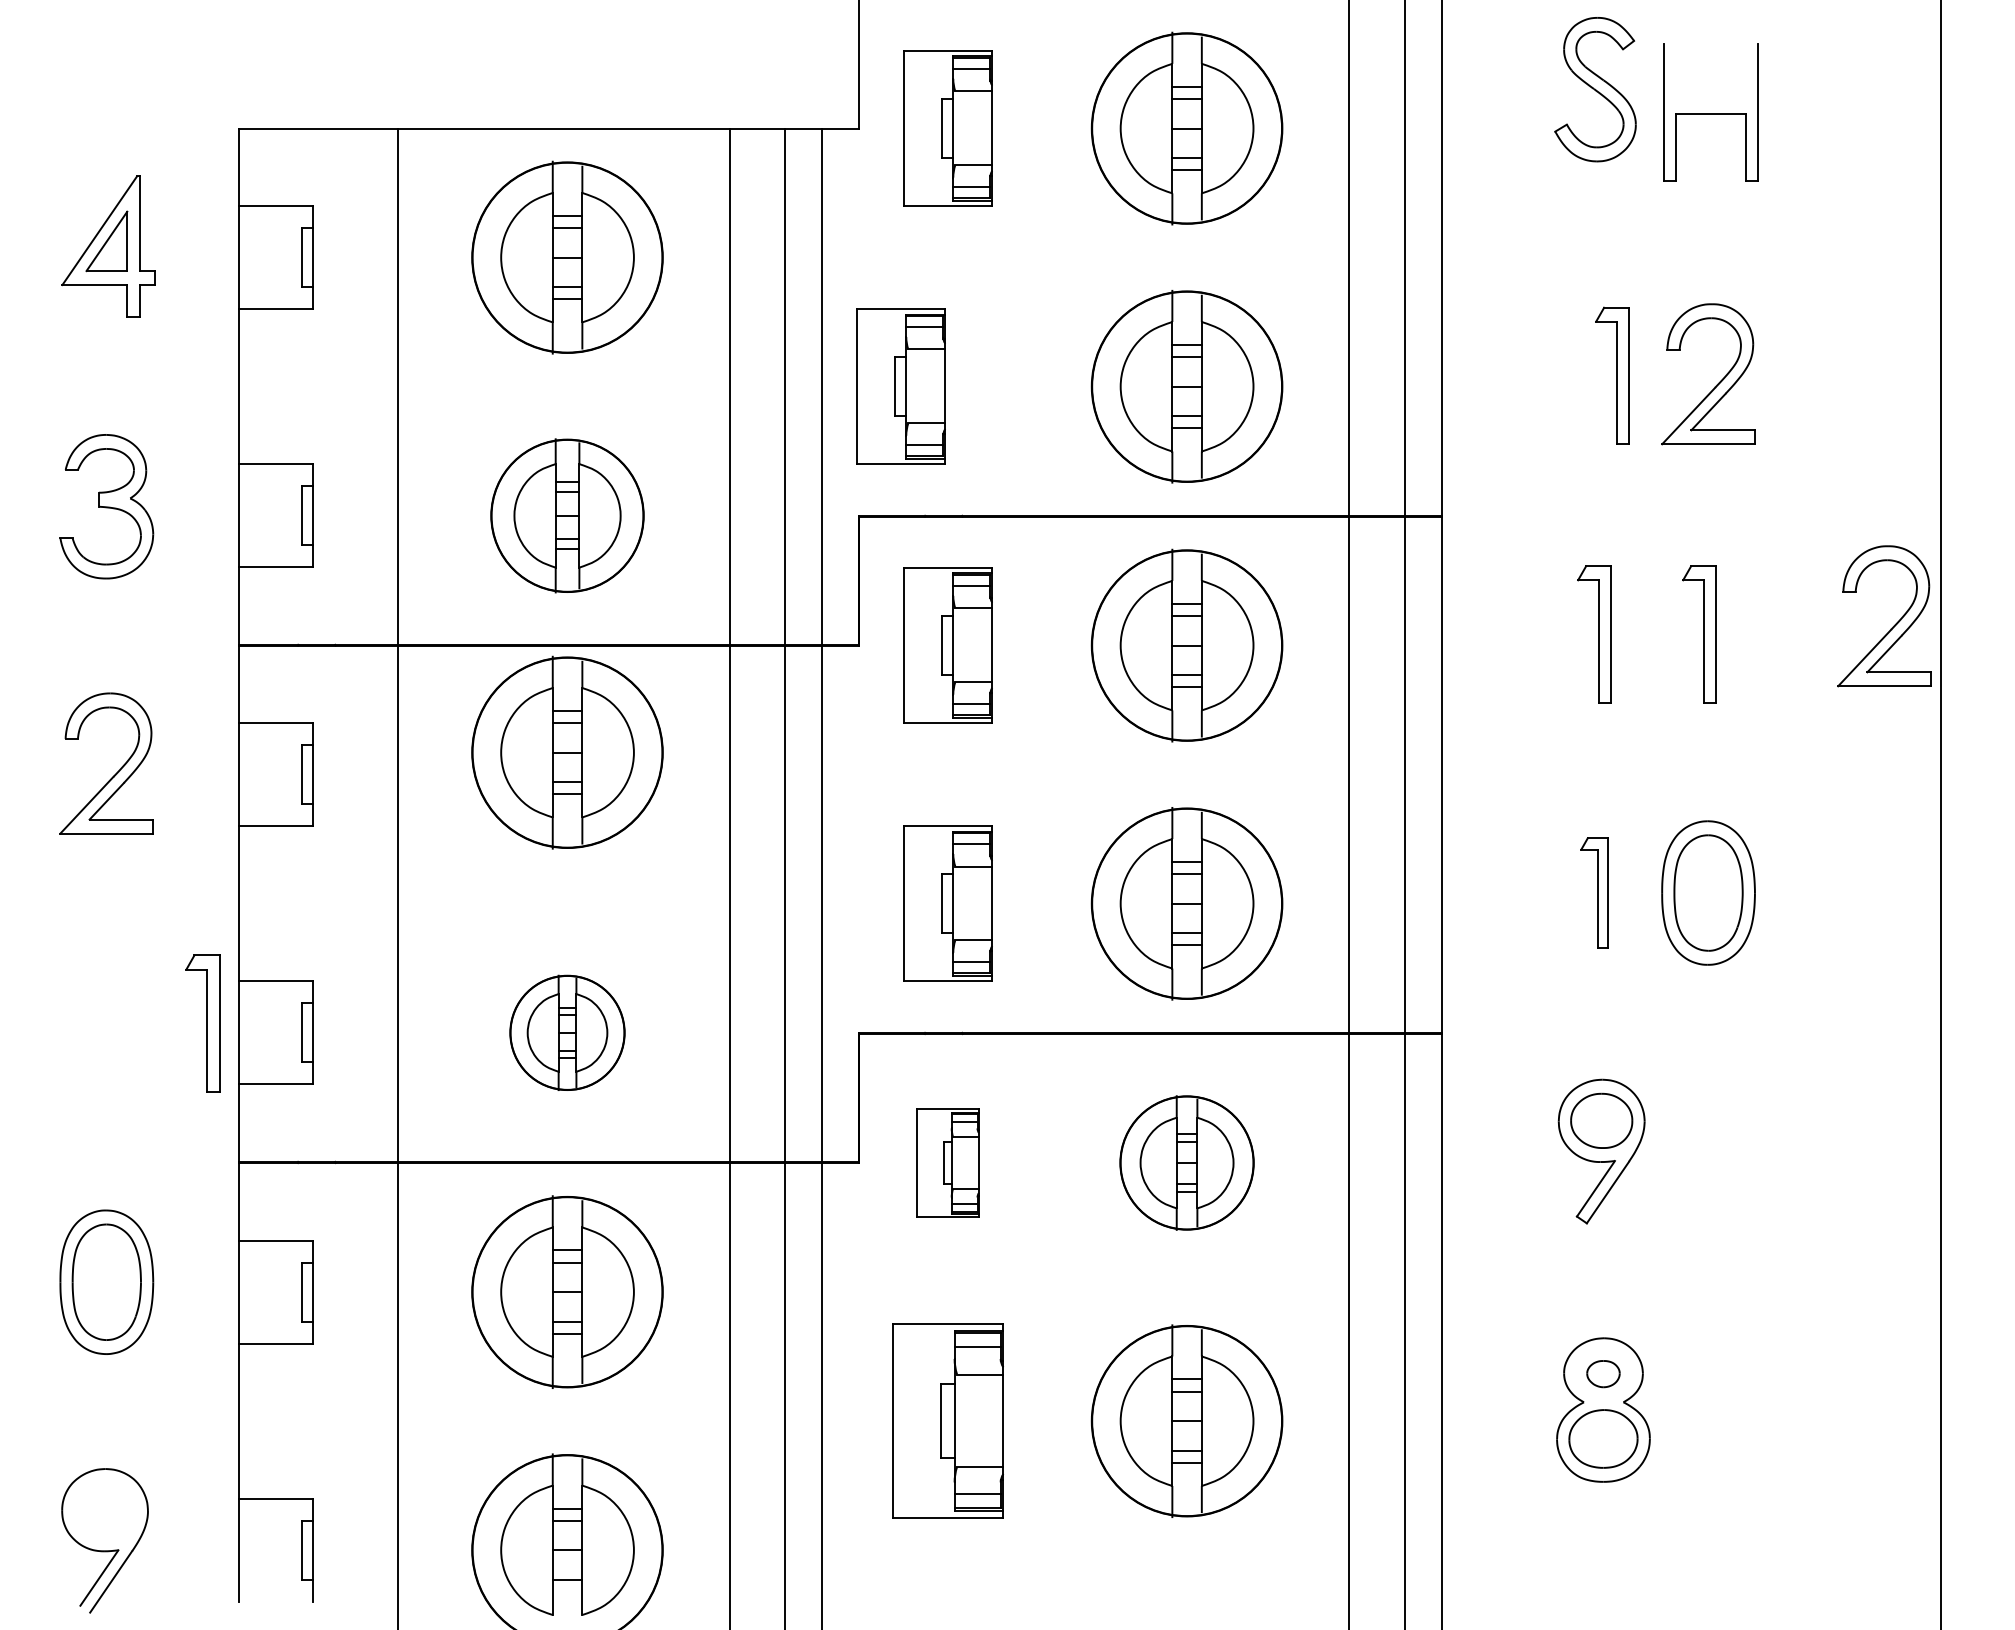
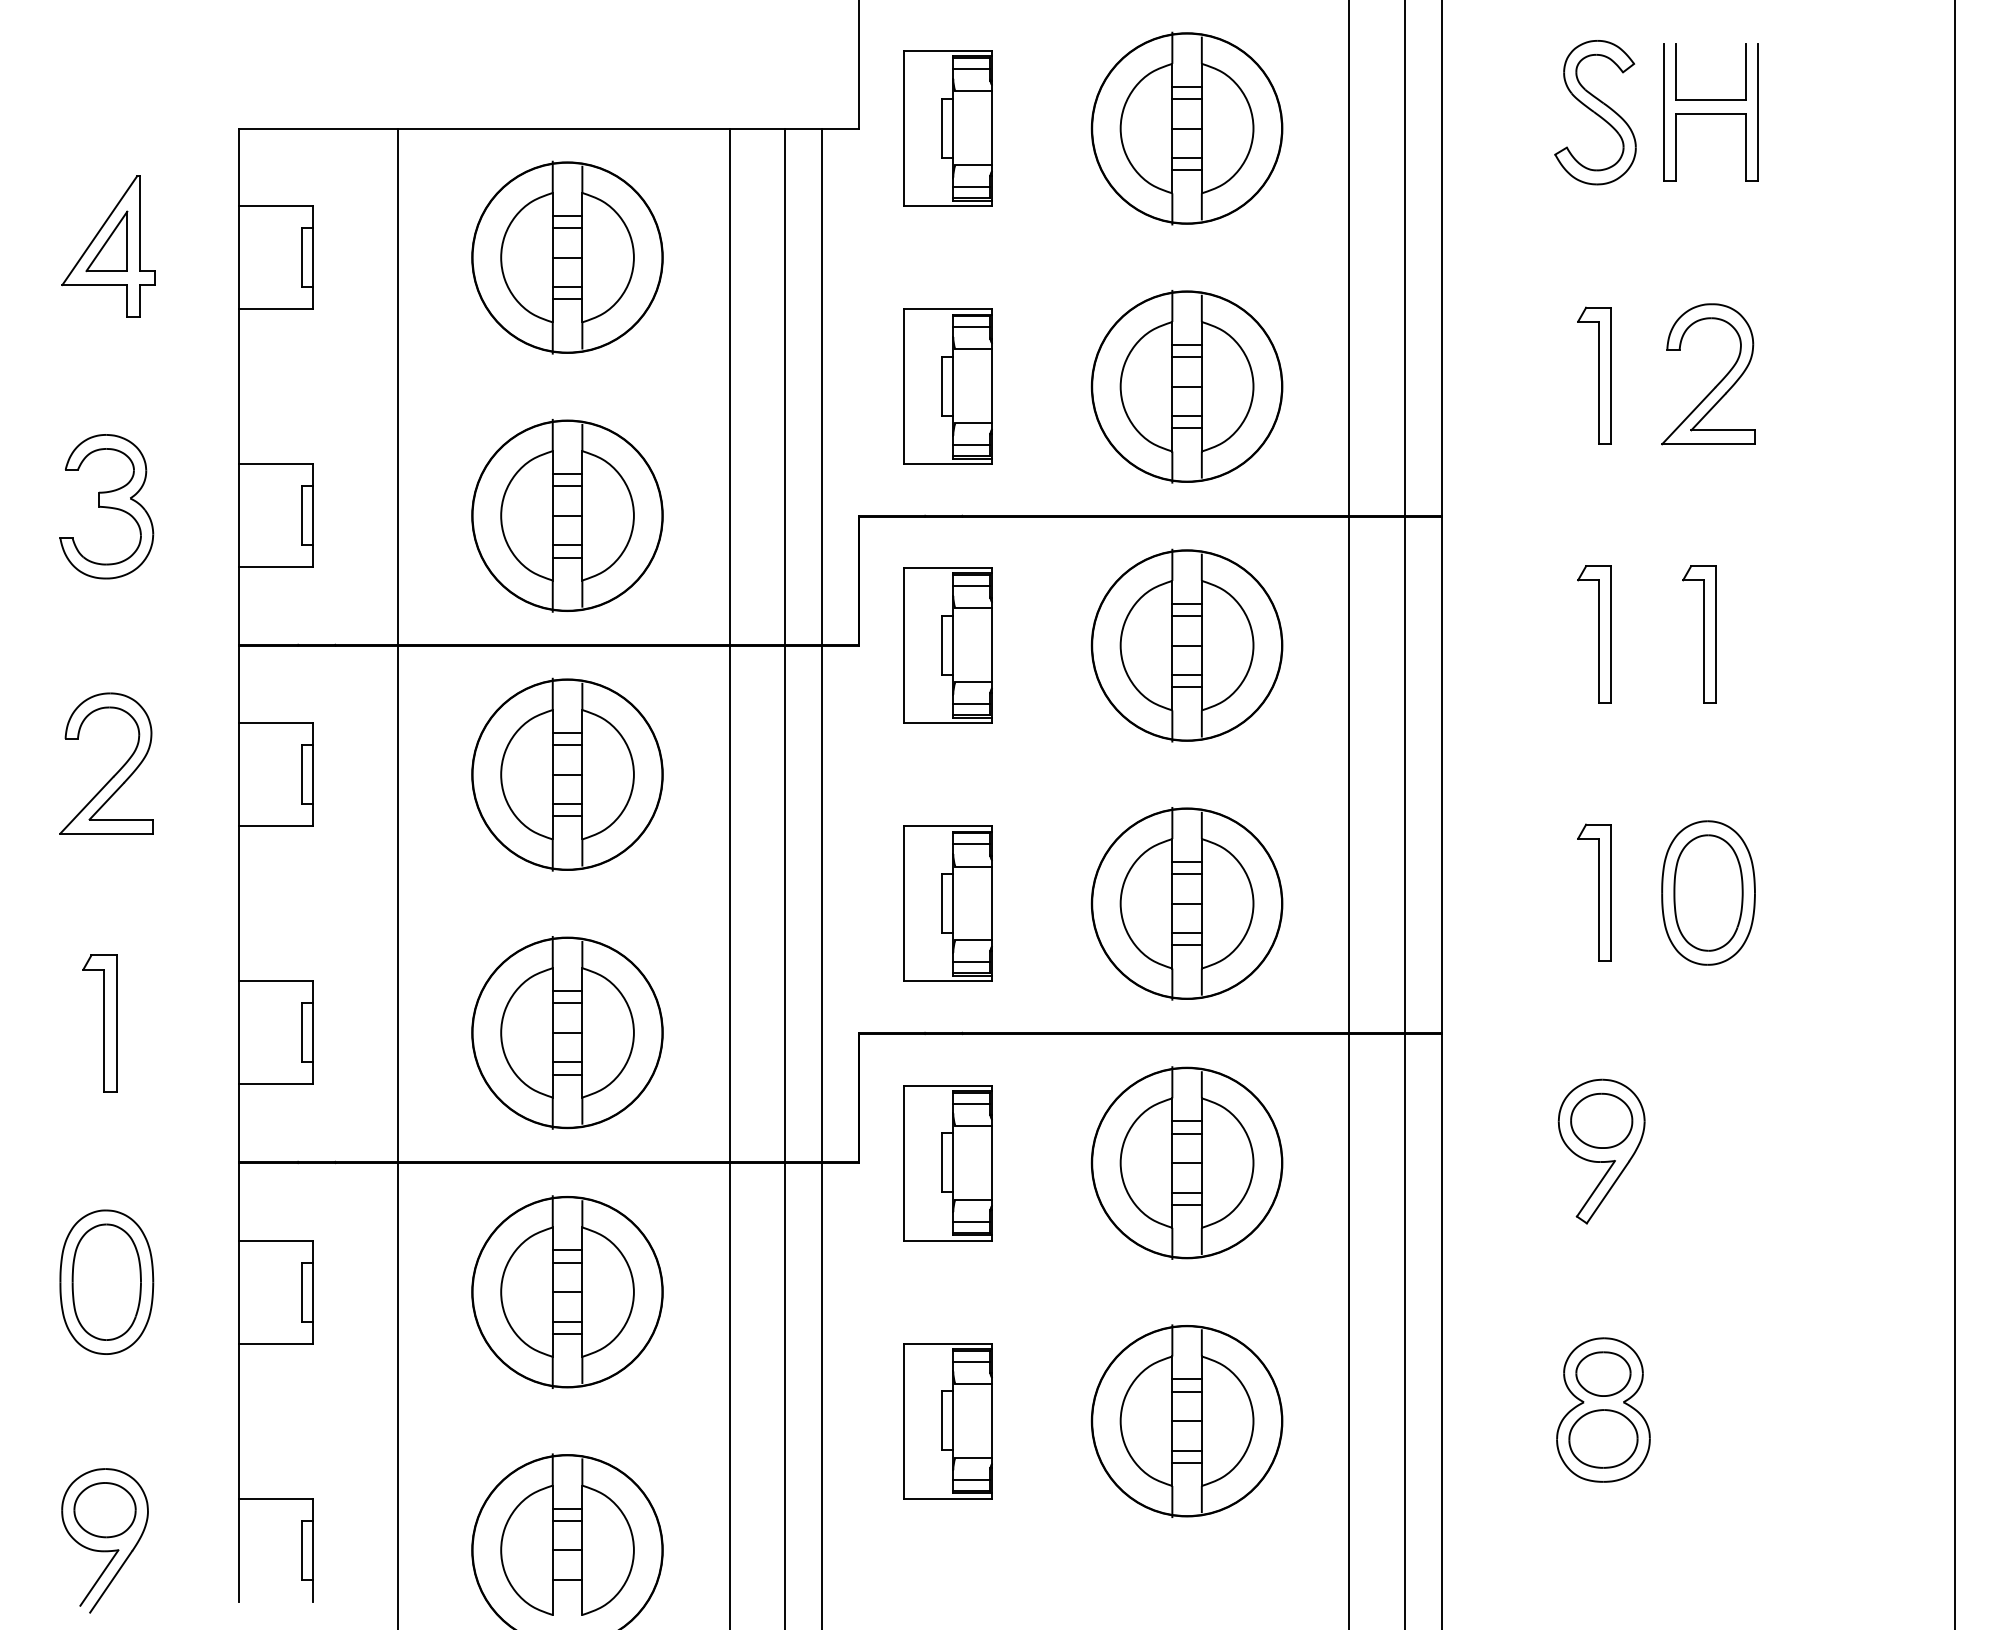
part at (1595, 89) position: (1595, 89) -> (1595, 112)
part at (1710, 99): none -> present
part at (1612, 375) position: (1612, 375) -> (1594, 375)
part at (900, 386) position: (900, 386) -> (947, 386)
part at (567, 515) size: 155x156 px -> 193x194 px
part at (1893, 625): present -> none
part at (567, 752) position: (567, 752) -> (567, 774)
line at (1940, 814) position: (1940, 814) -> (1954, 814)
part at (1594, 892) size: 29x112 px -> 35x139 px
part at (202, 1023) position: (202, 1023) -> (99, 1023)
part at (567, 1032) size: 117x117 px -> 193x194 px
part at (947, 1162) size: 64x110 px -> 90x157 px
part at (1186, 1162) size: 136x136 px -> 194x194 px
part at (1603, 1374) size: 35x29 px -> 57x46 px
part at (947, 1420) size: 112x196 px -> 90x157 px
part at (104, 1510): none -> present
